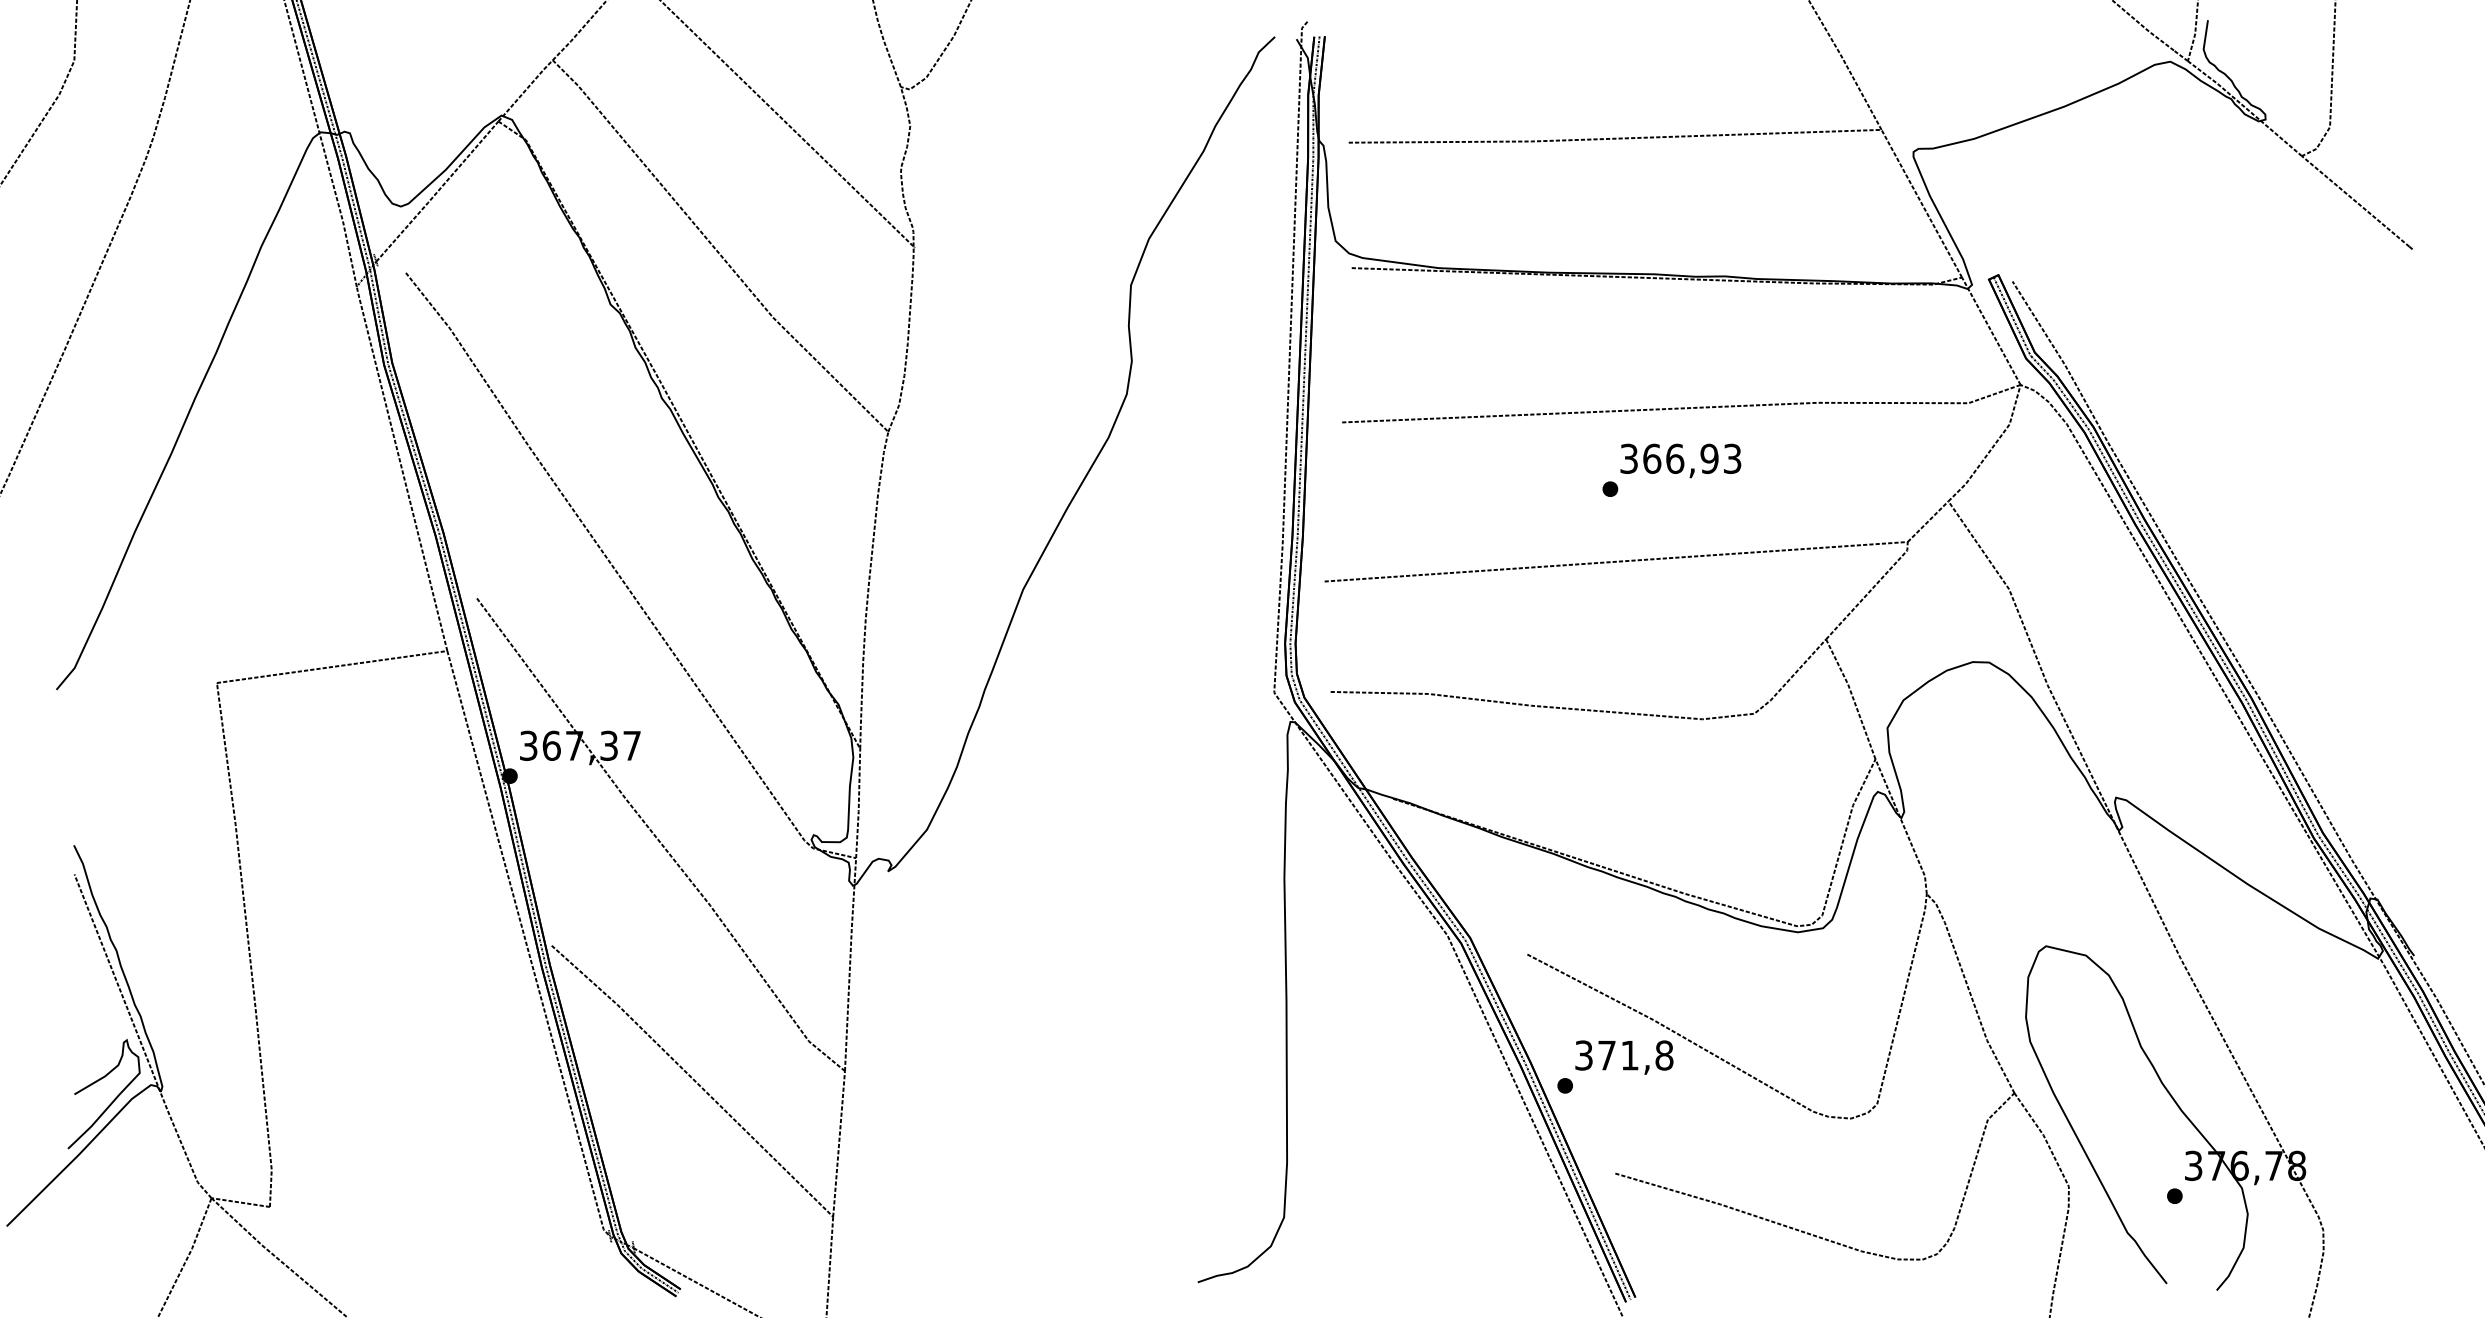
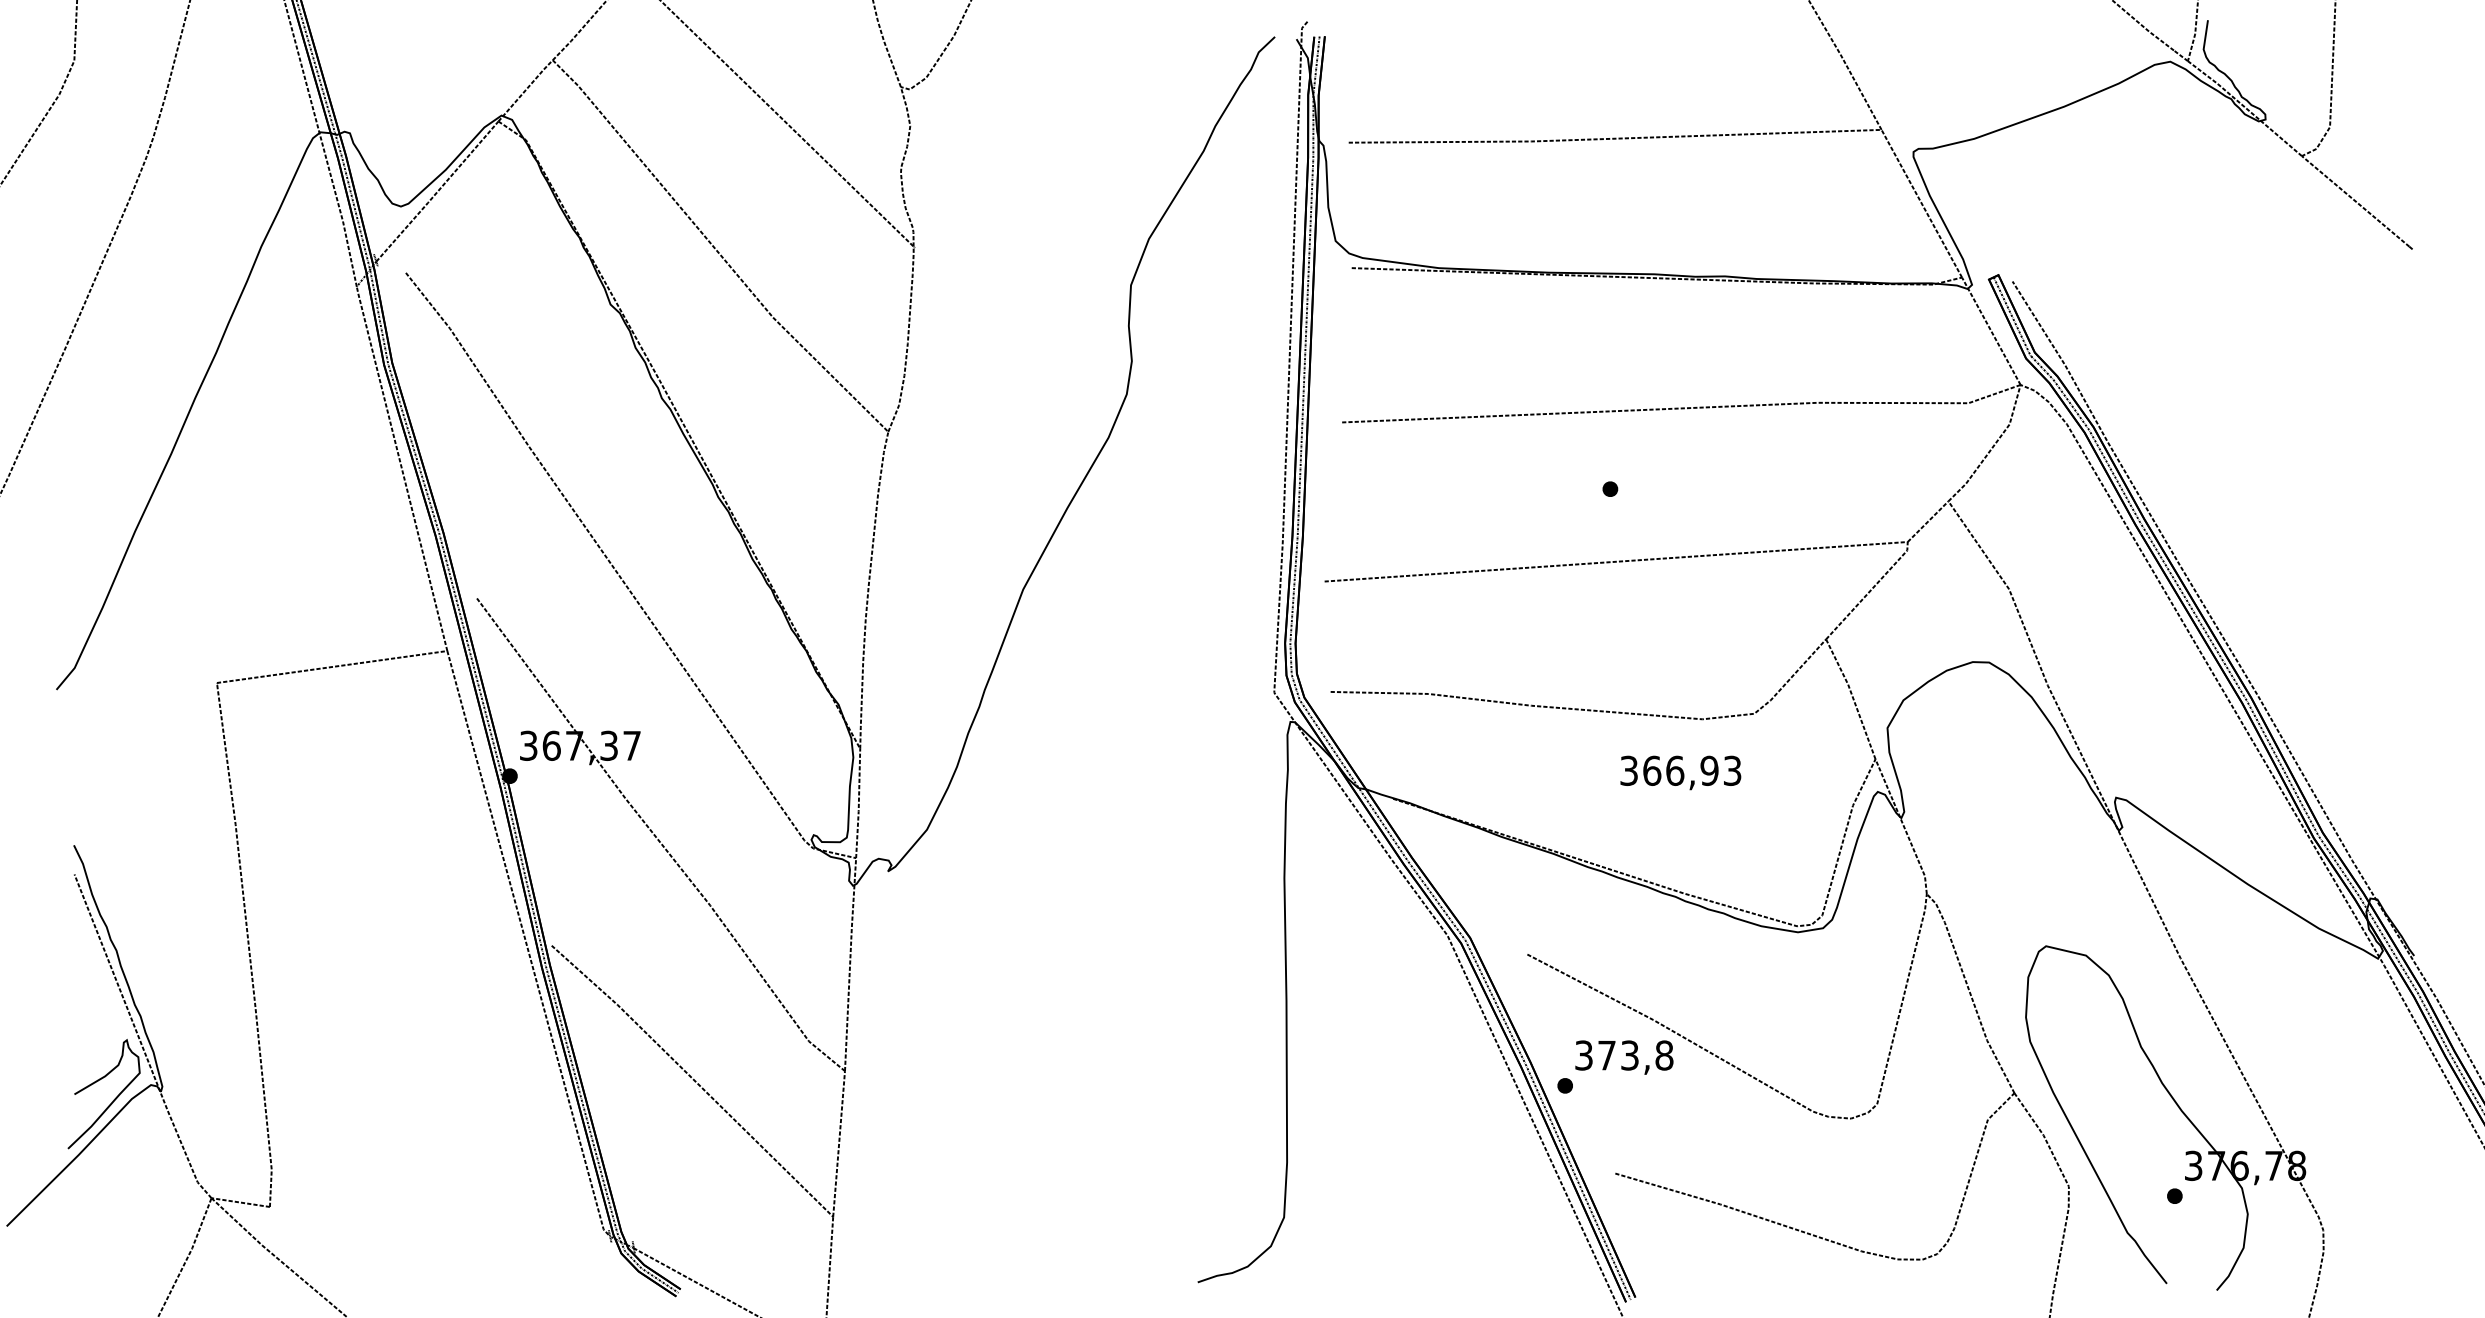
text at (1680, 460) position: (1680, 460) -> (1680, 772)
text at (1629, 1055): 371,8 -> 373,8
